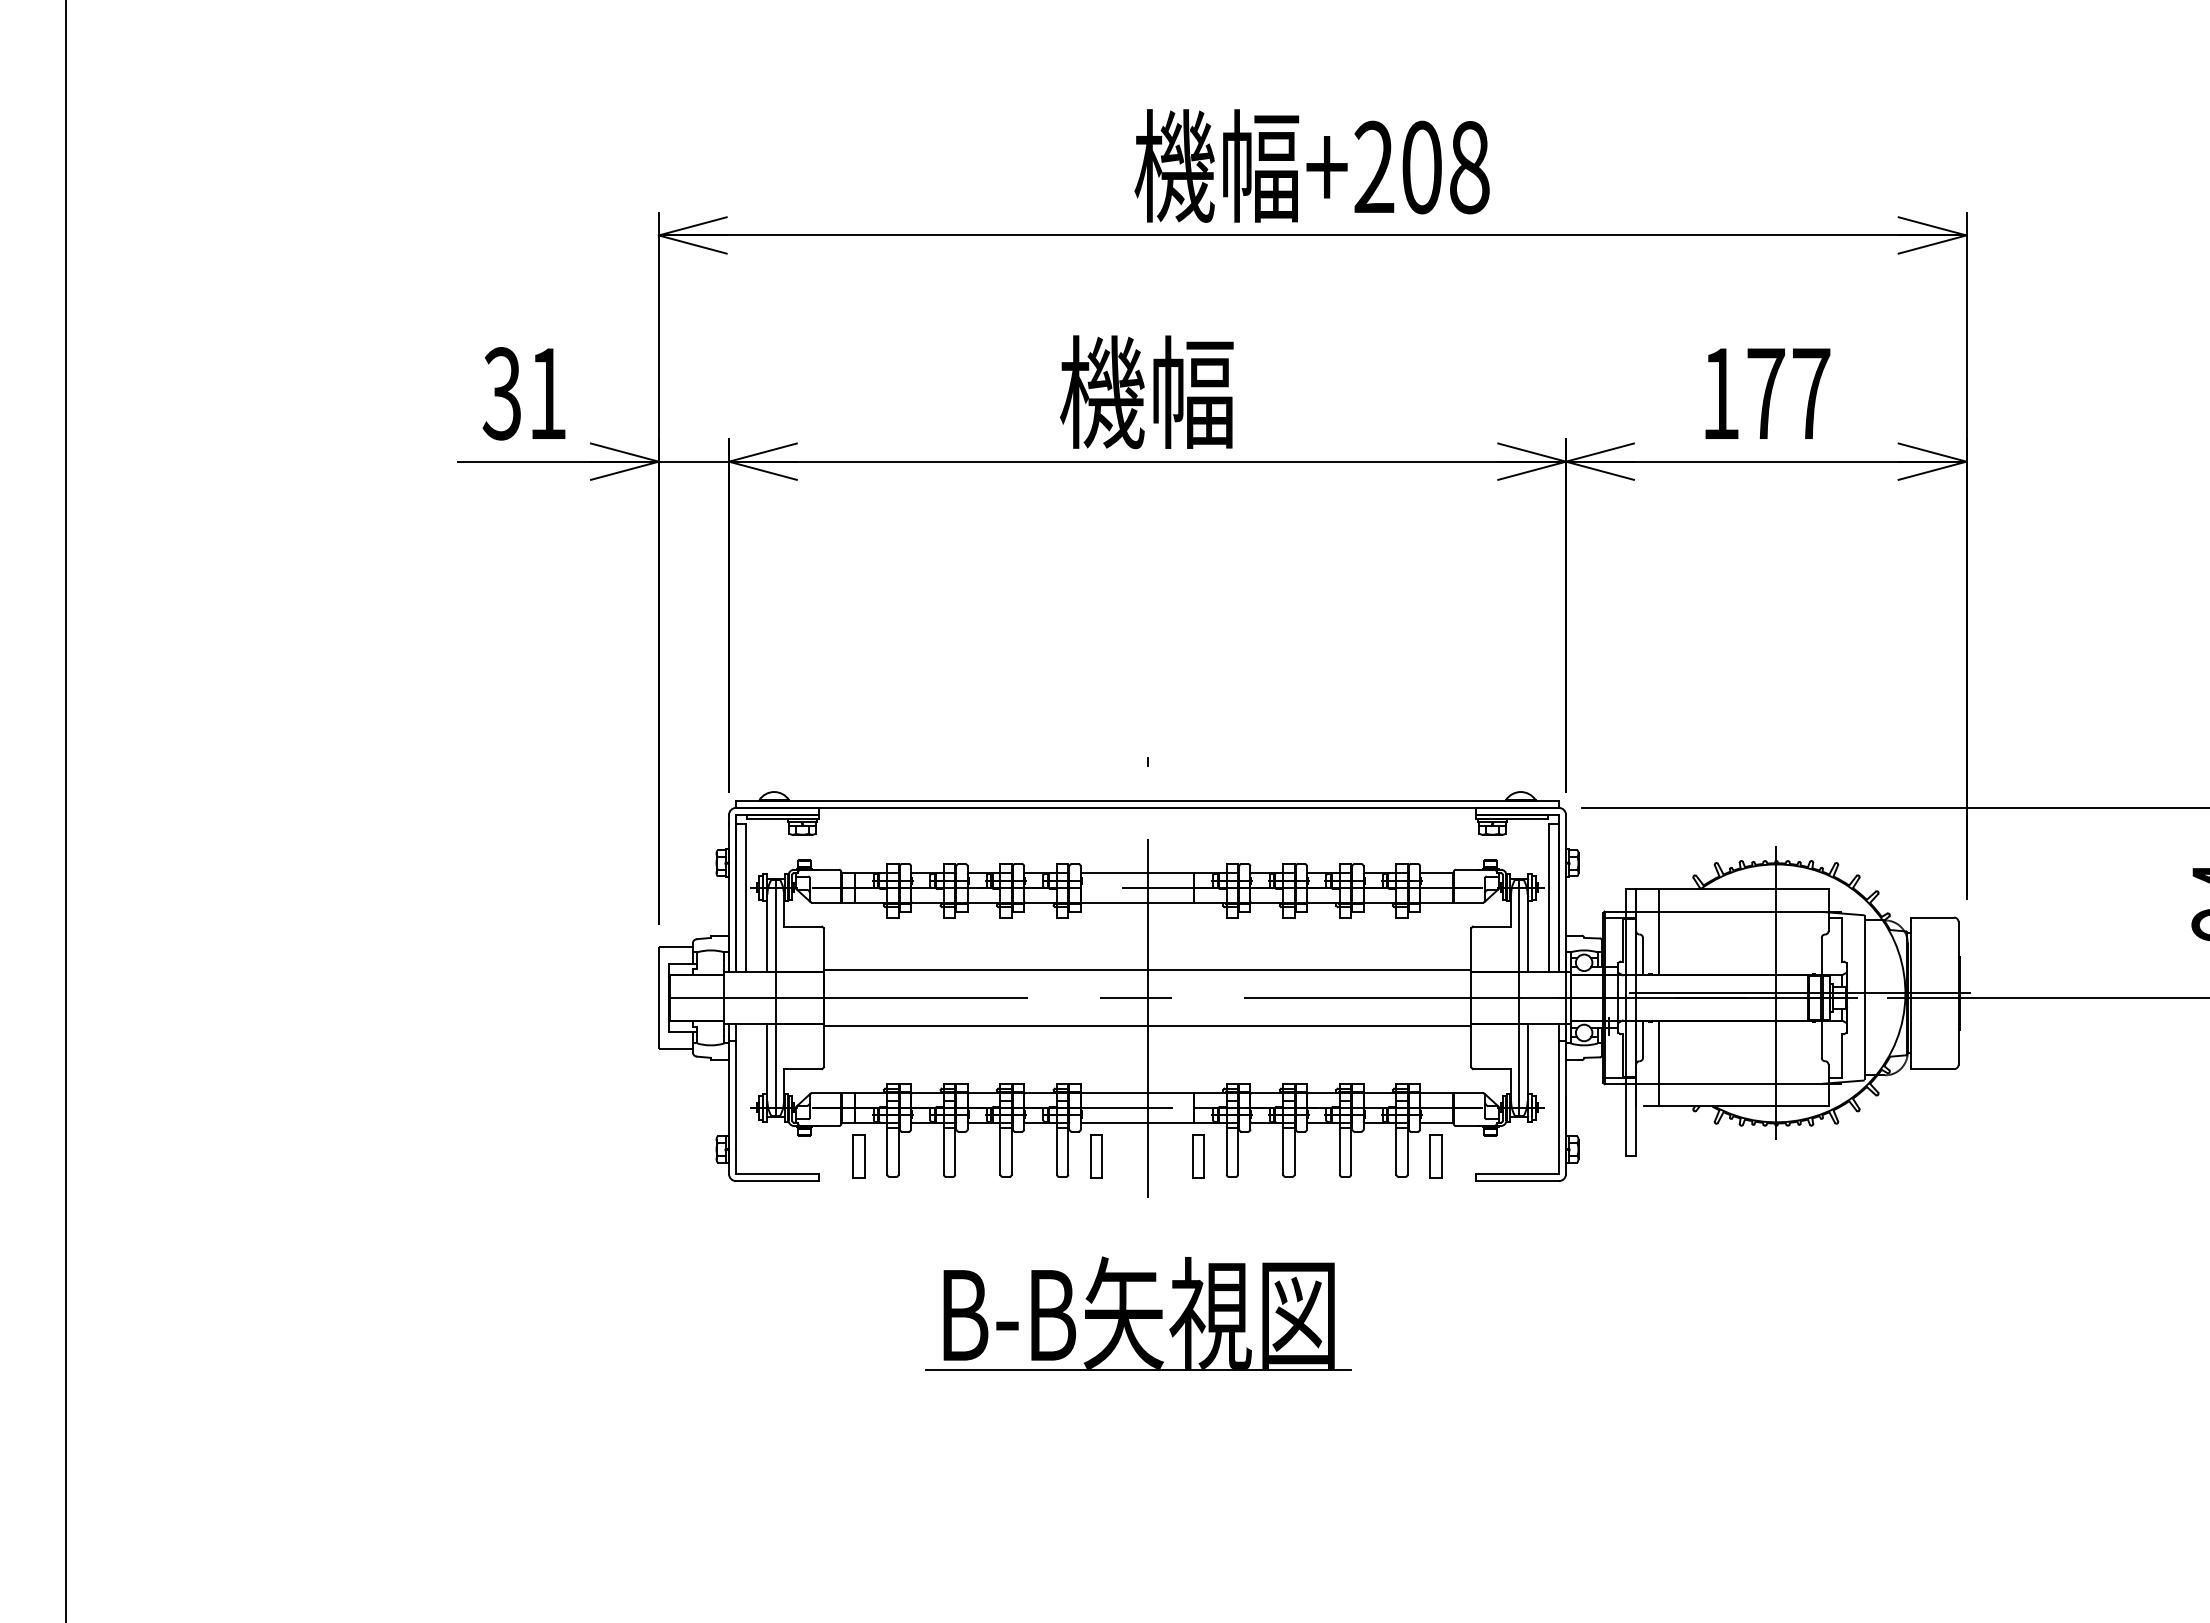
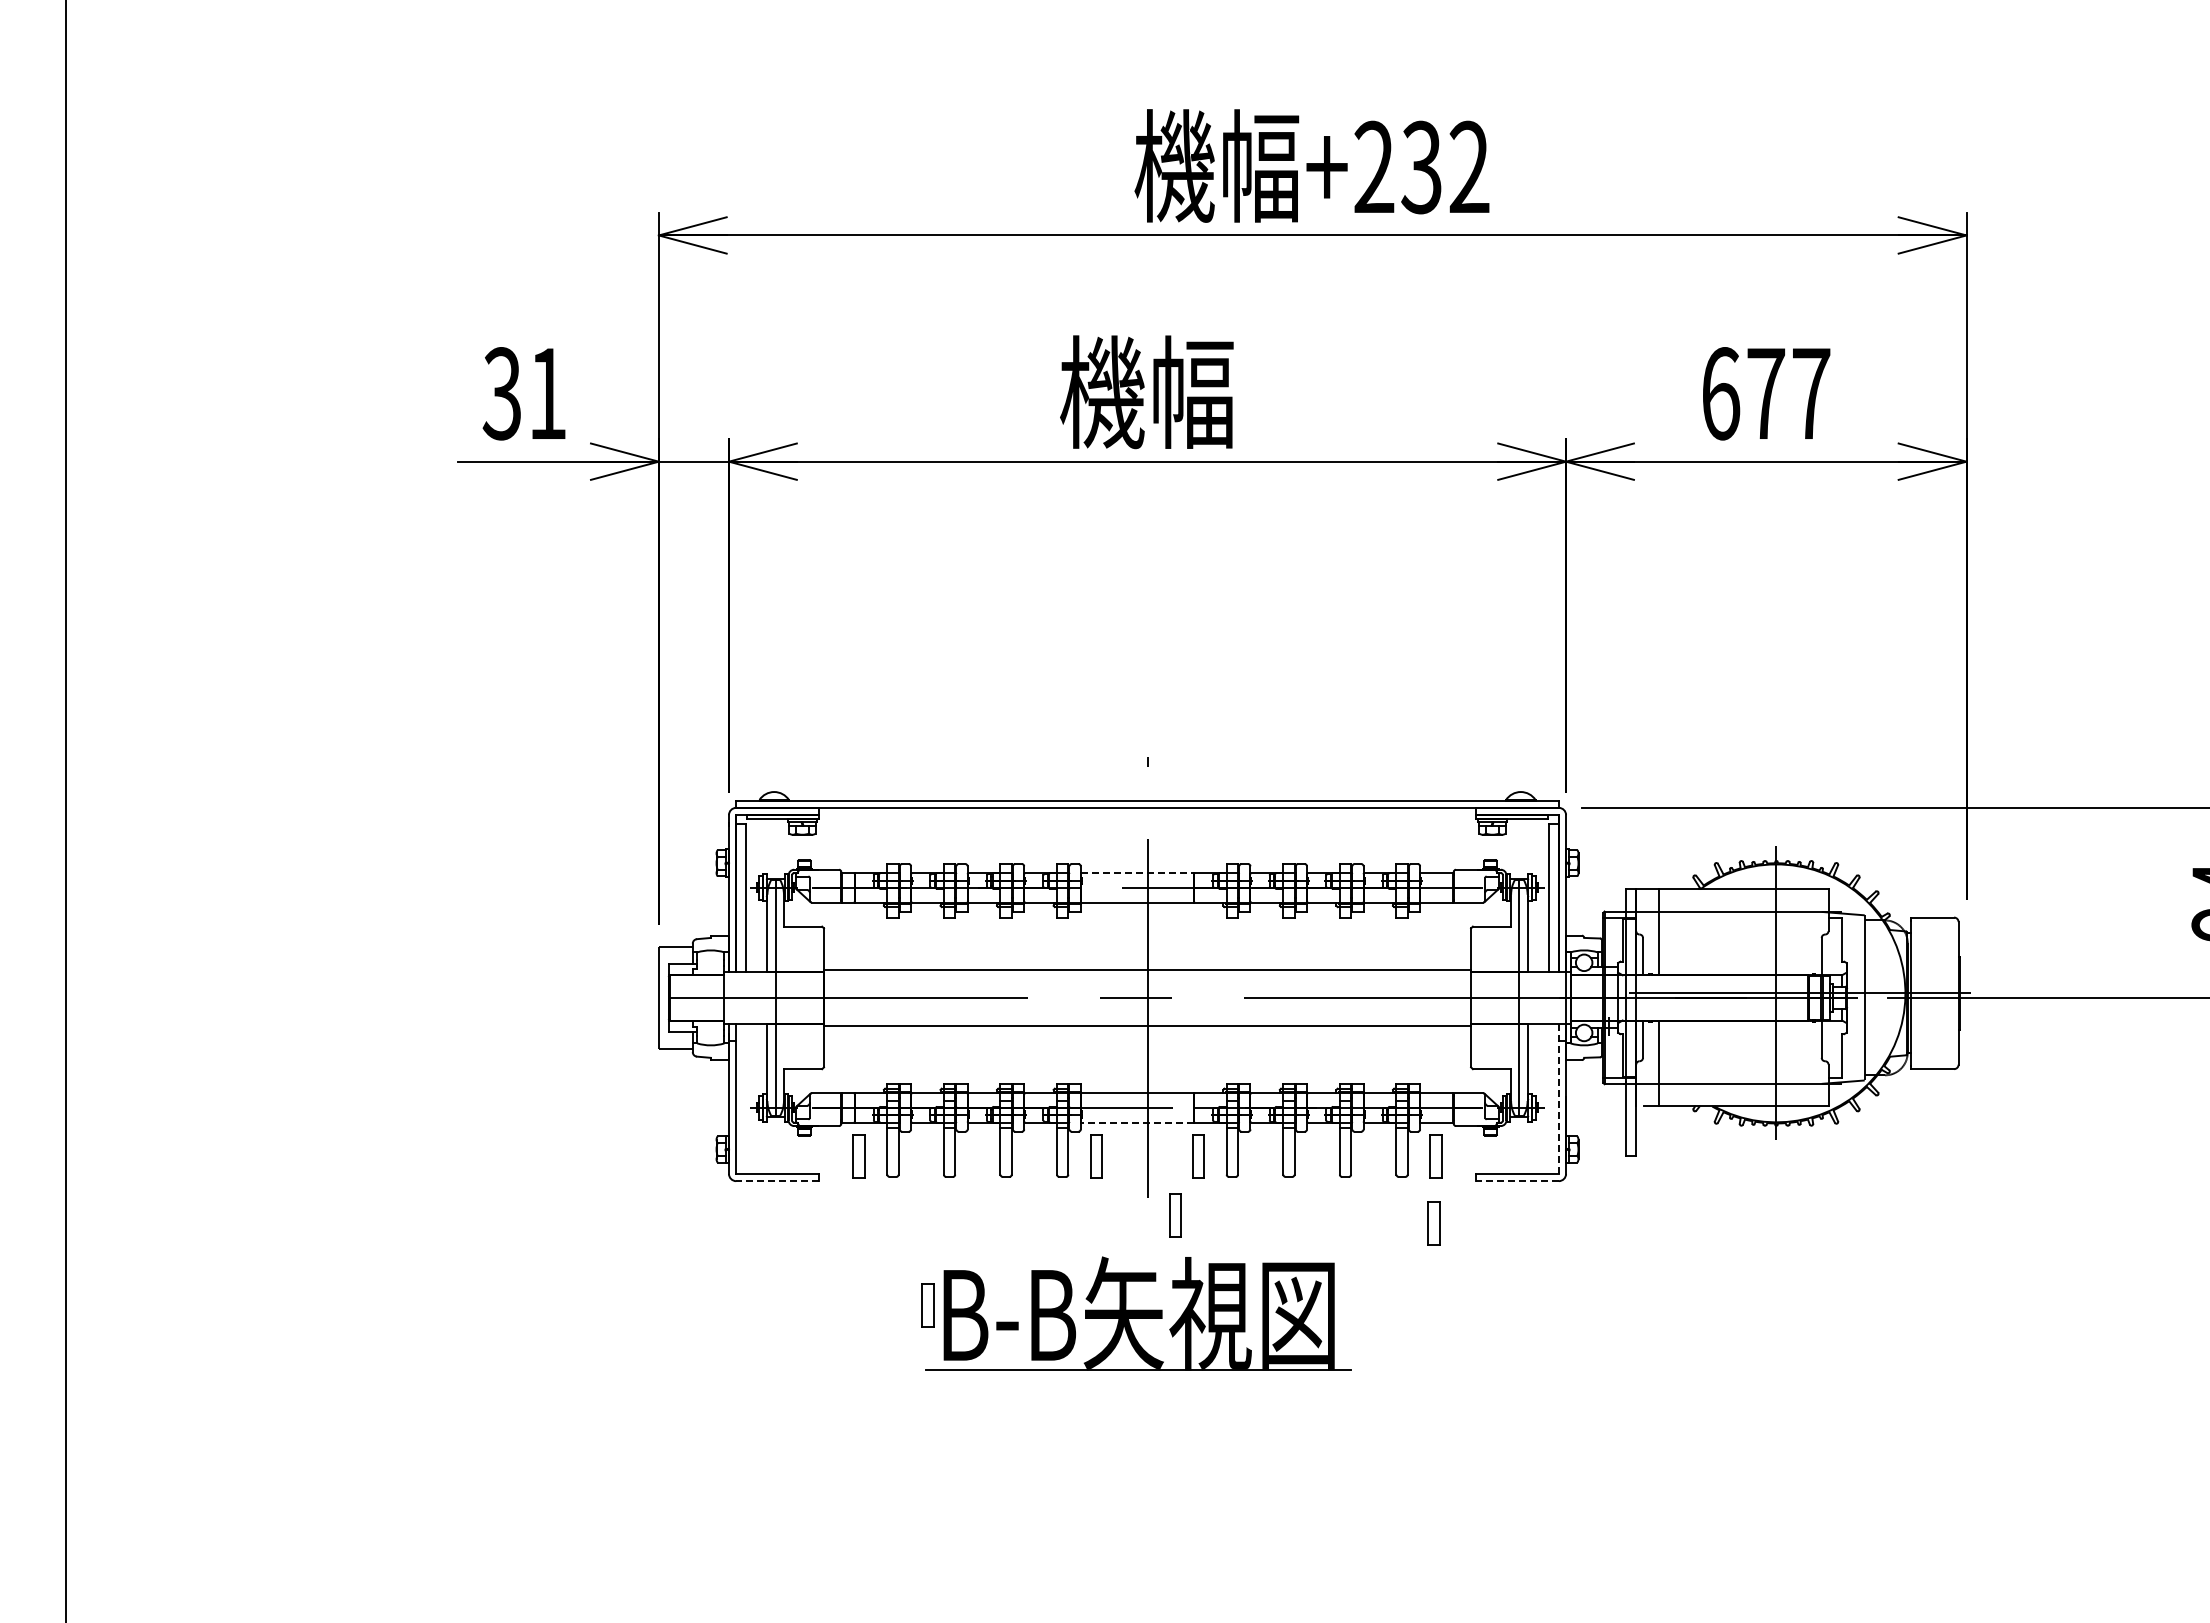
text at (1445, 167): +208 -> +232
text at (1721, 393): 177 -> 677
line at (1137, 873): solid -> dashed
line at (1558, 1098): solid -> dashed
line at (1137, 1122): solid -> dashed
line at (777, 1181): solid -> dashed
line at (1517, 1181): solid -> dashed
part at (1175, 1215): none -> present
part at (1433, 1223): none -> present
part at (927, 1305): none -> present
